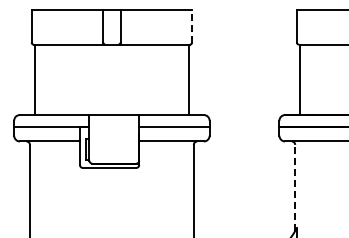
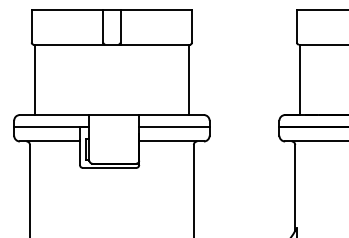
line at (192, 25): dashed -> solid
line at (295, 187): dashed -> solid
